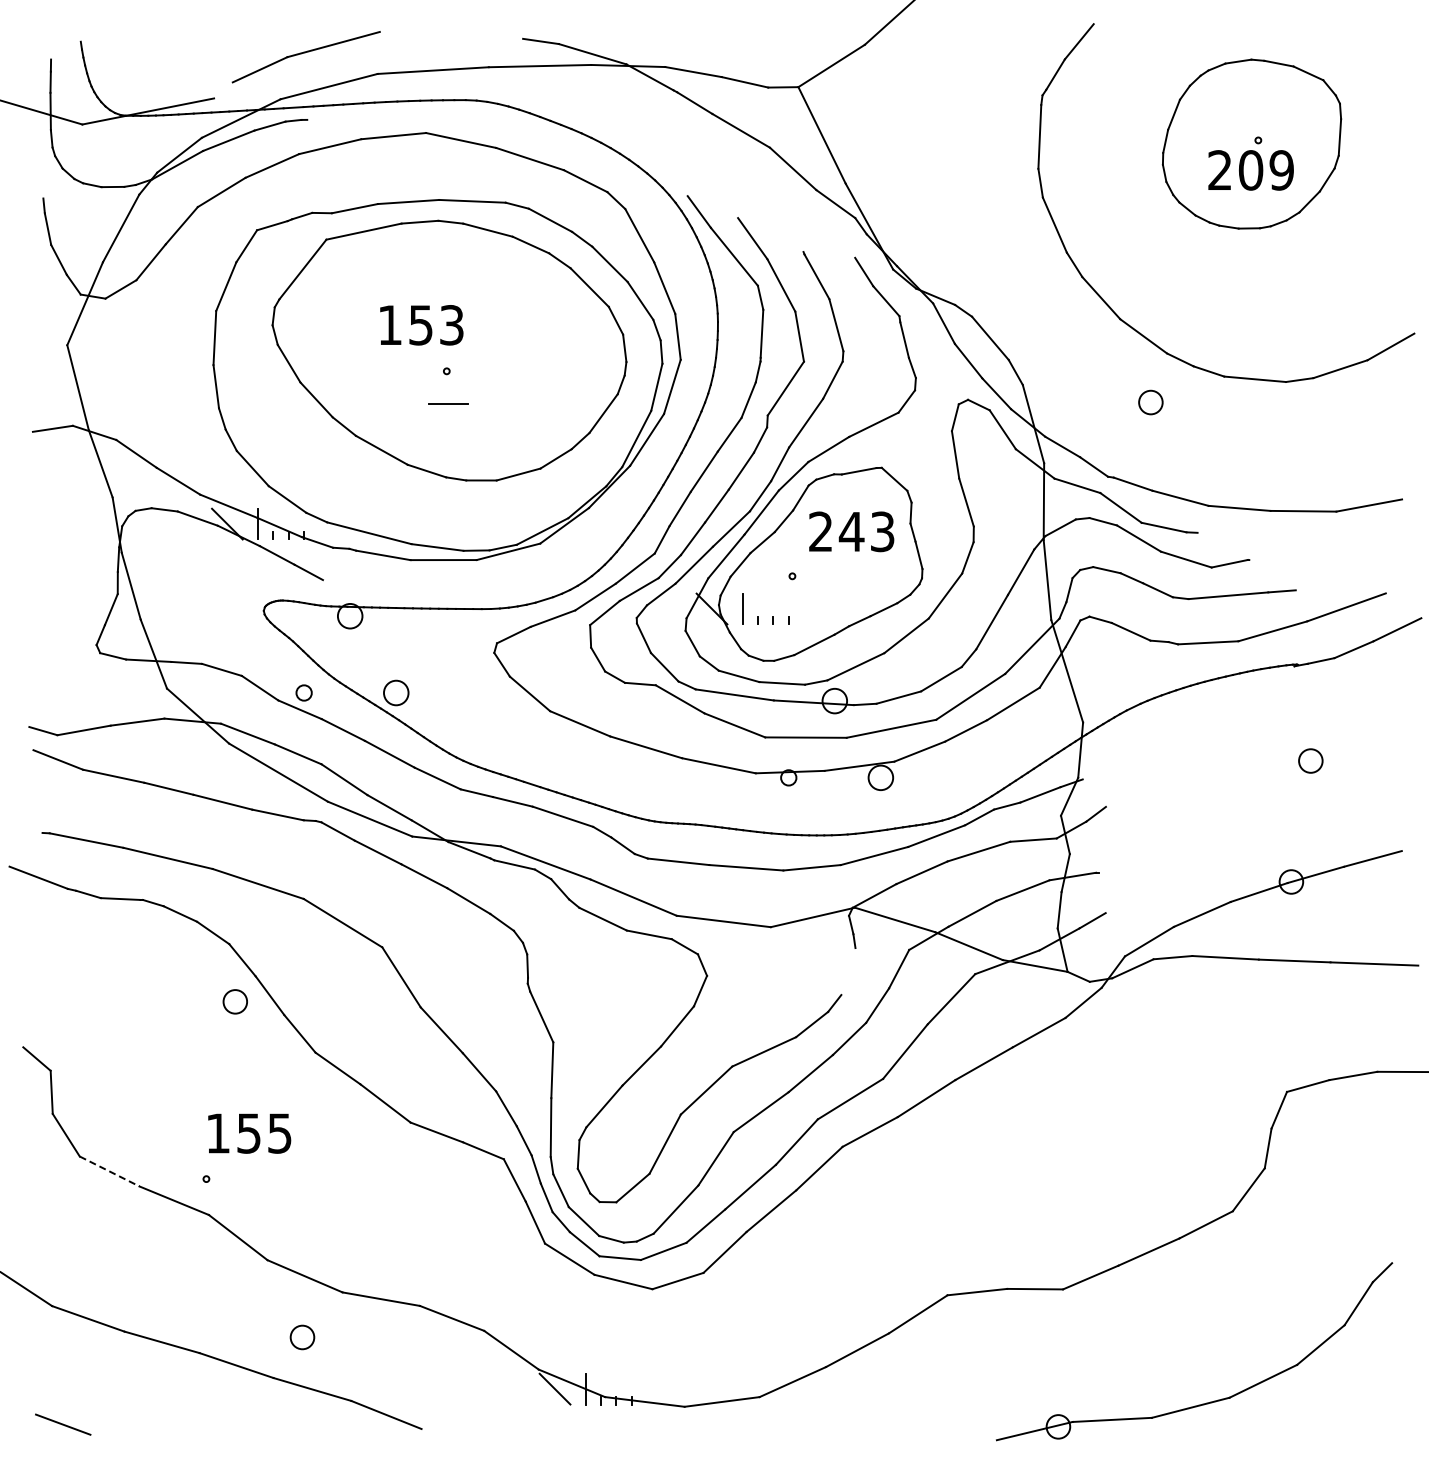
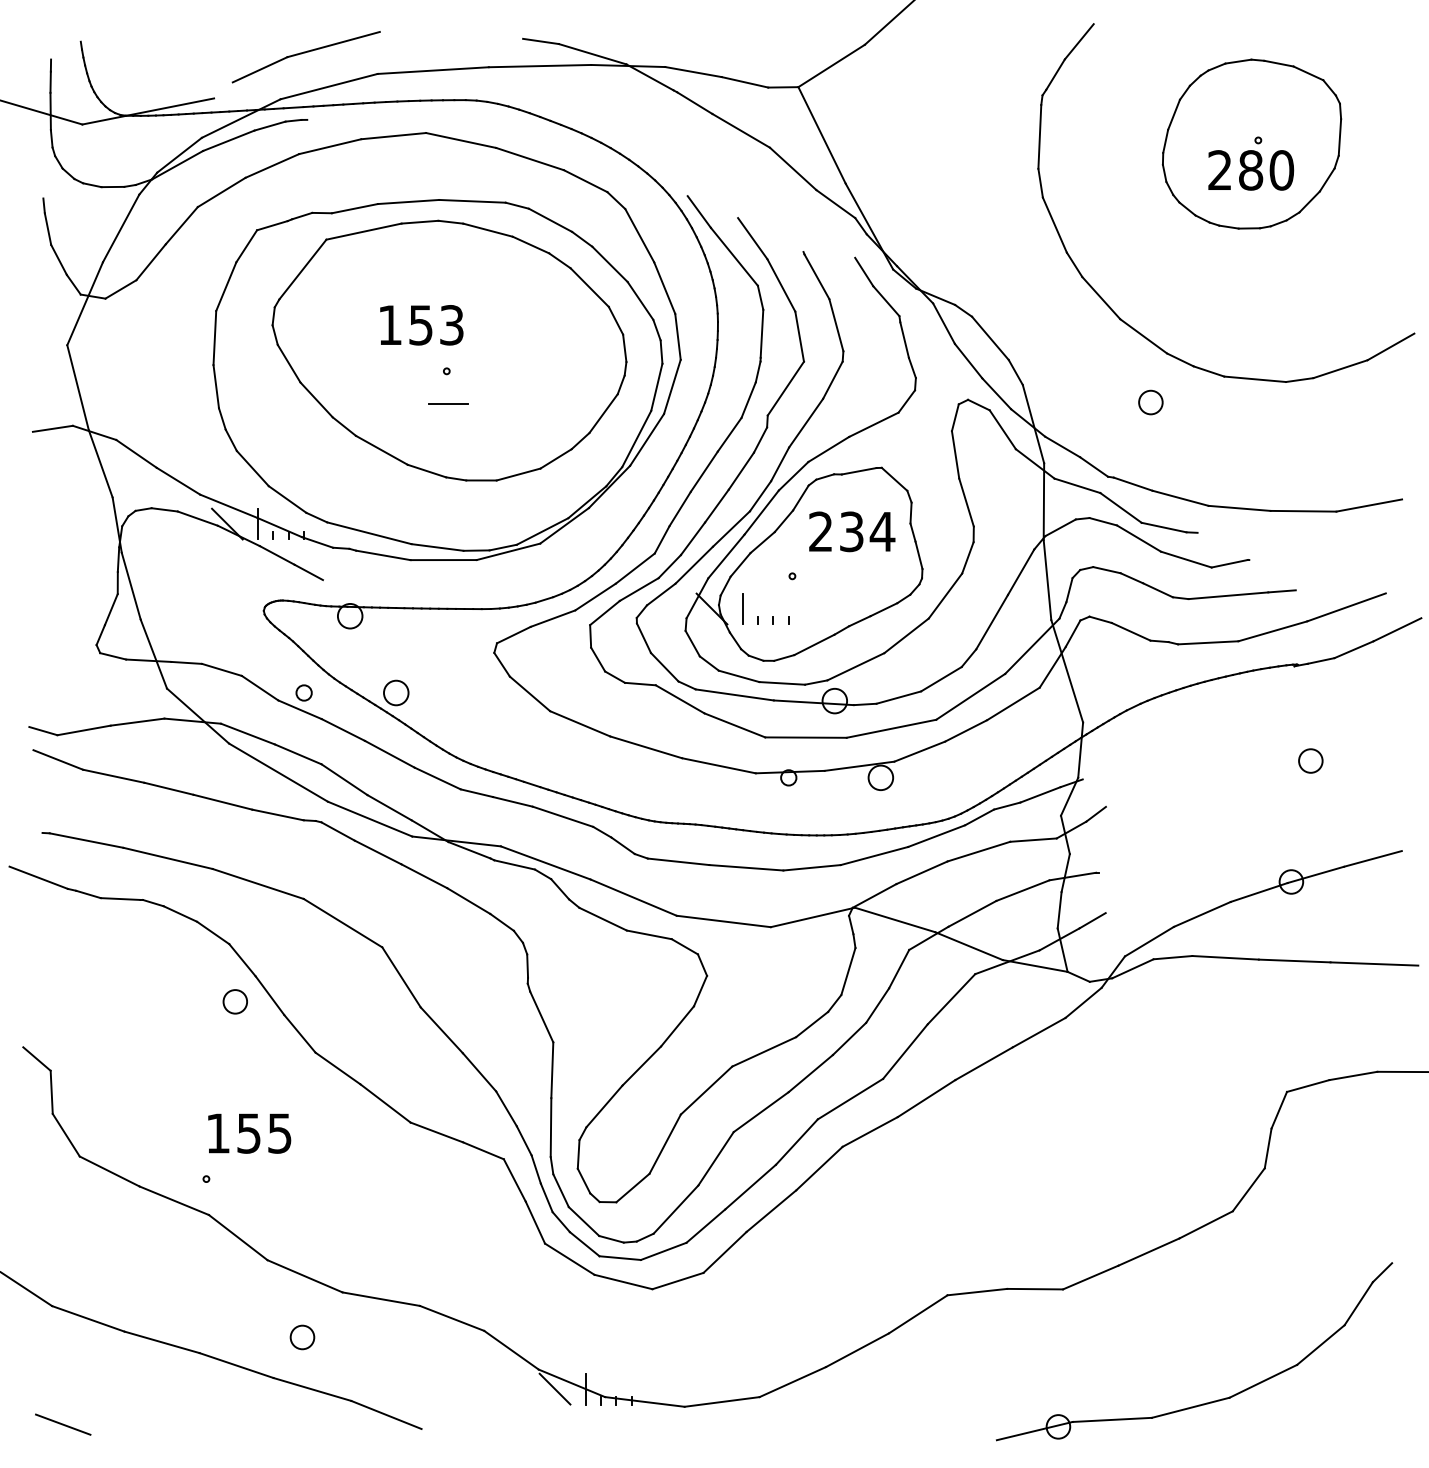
text at (1266, 170): 209 -> 280
text at (866, 531): 243 -> 234
line at (848, 971): none -> present
line at (110, 1171): dashed -> solid
